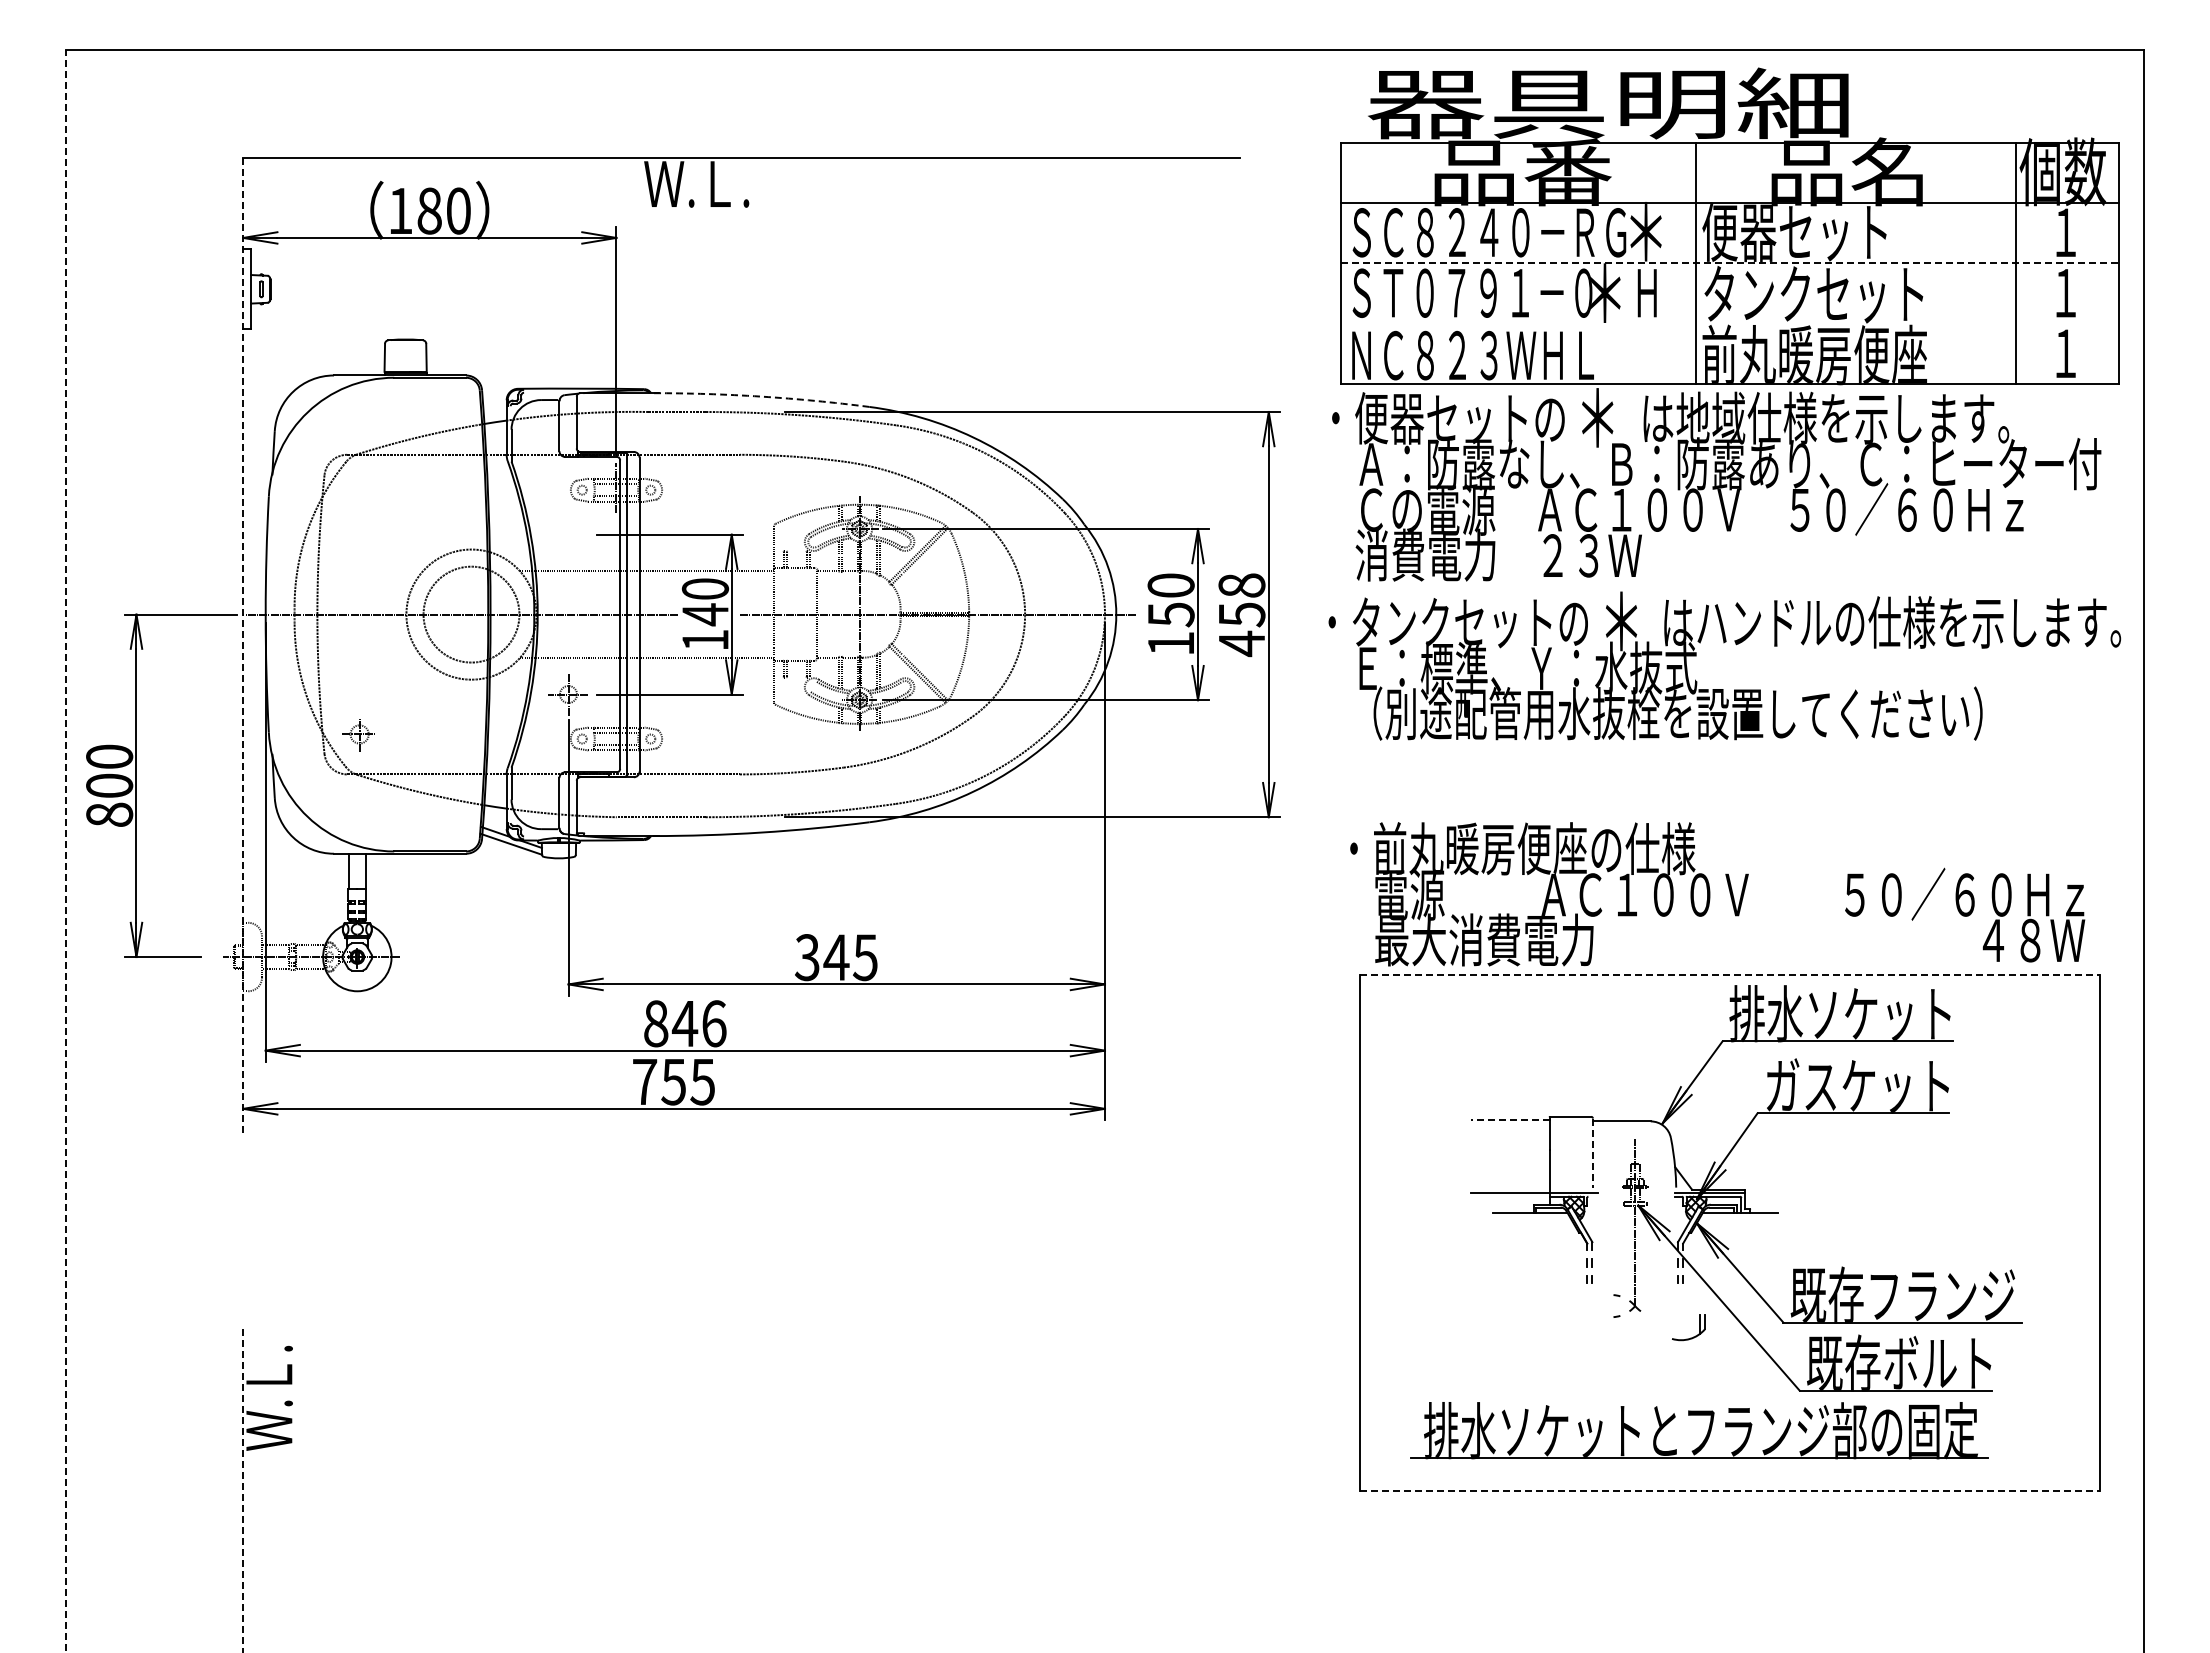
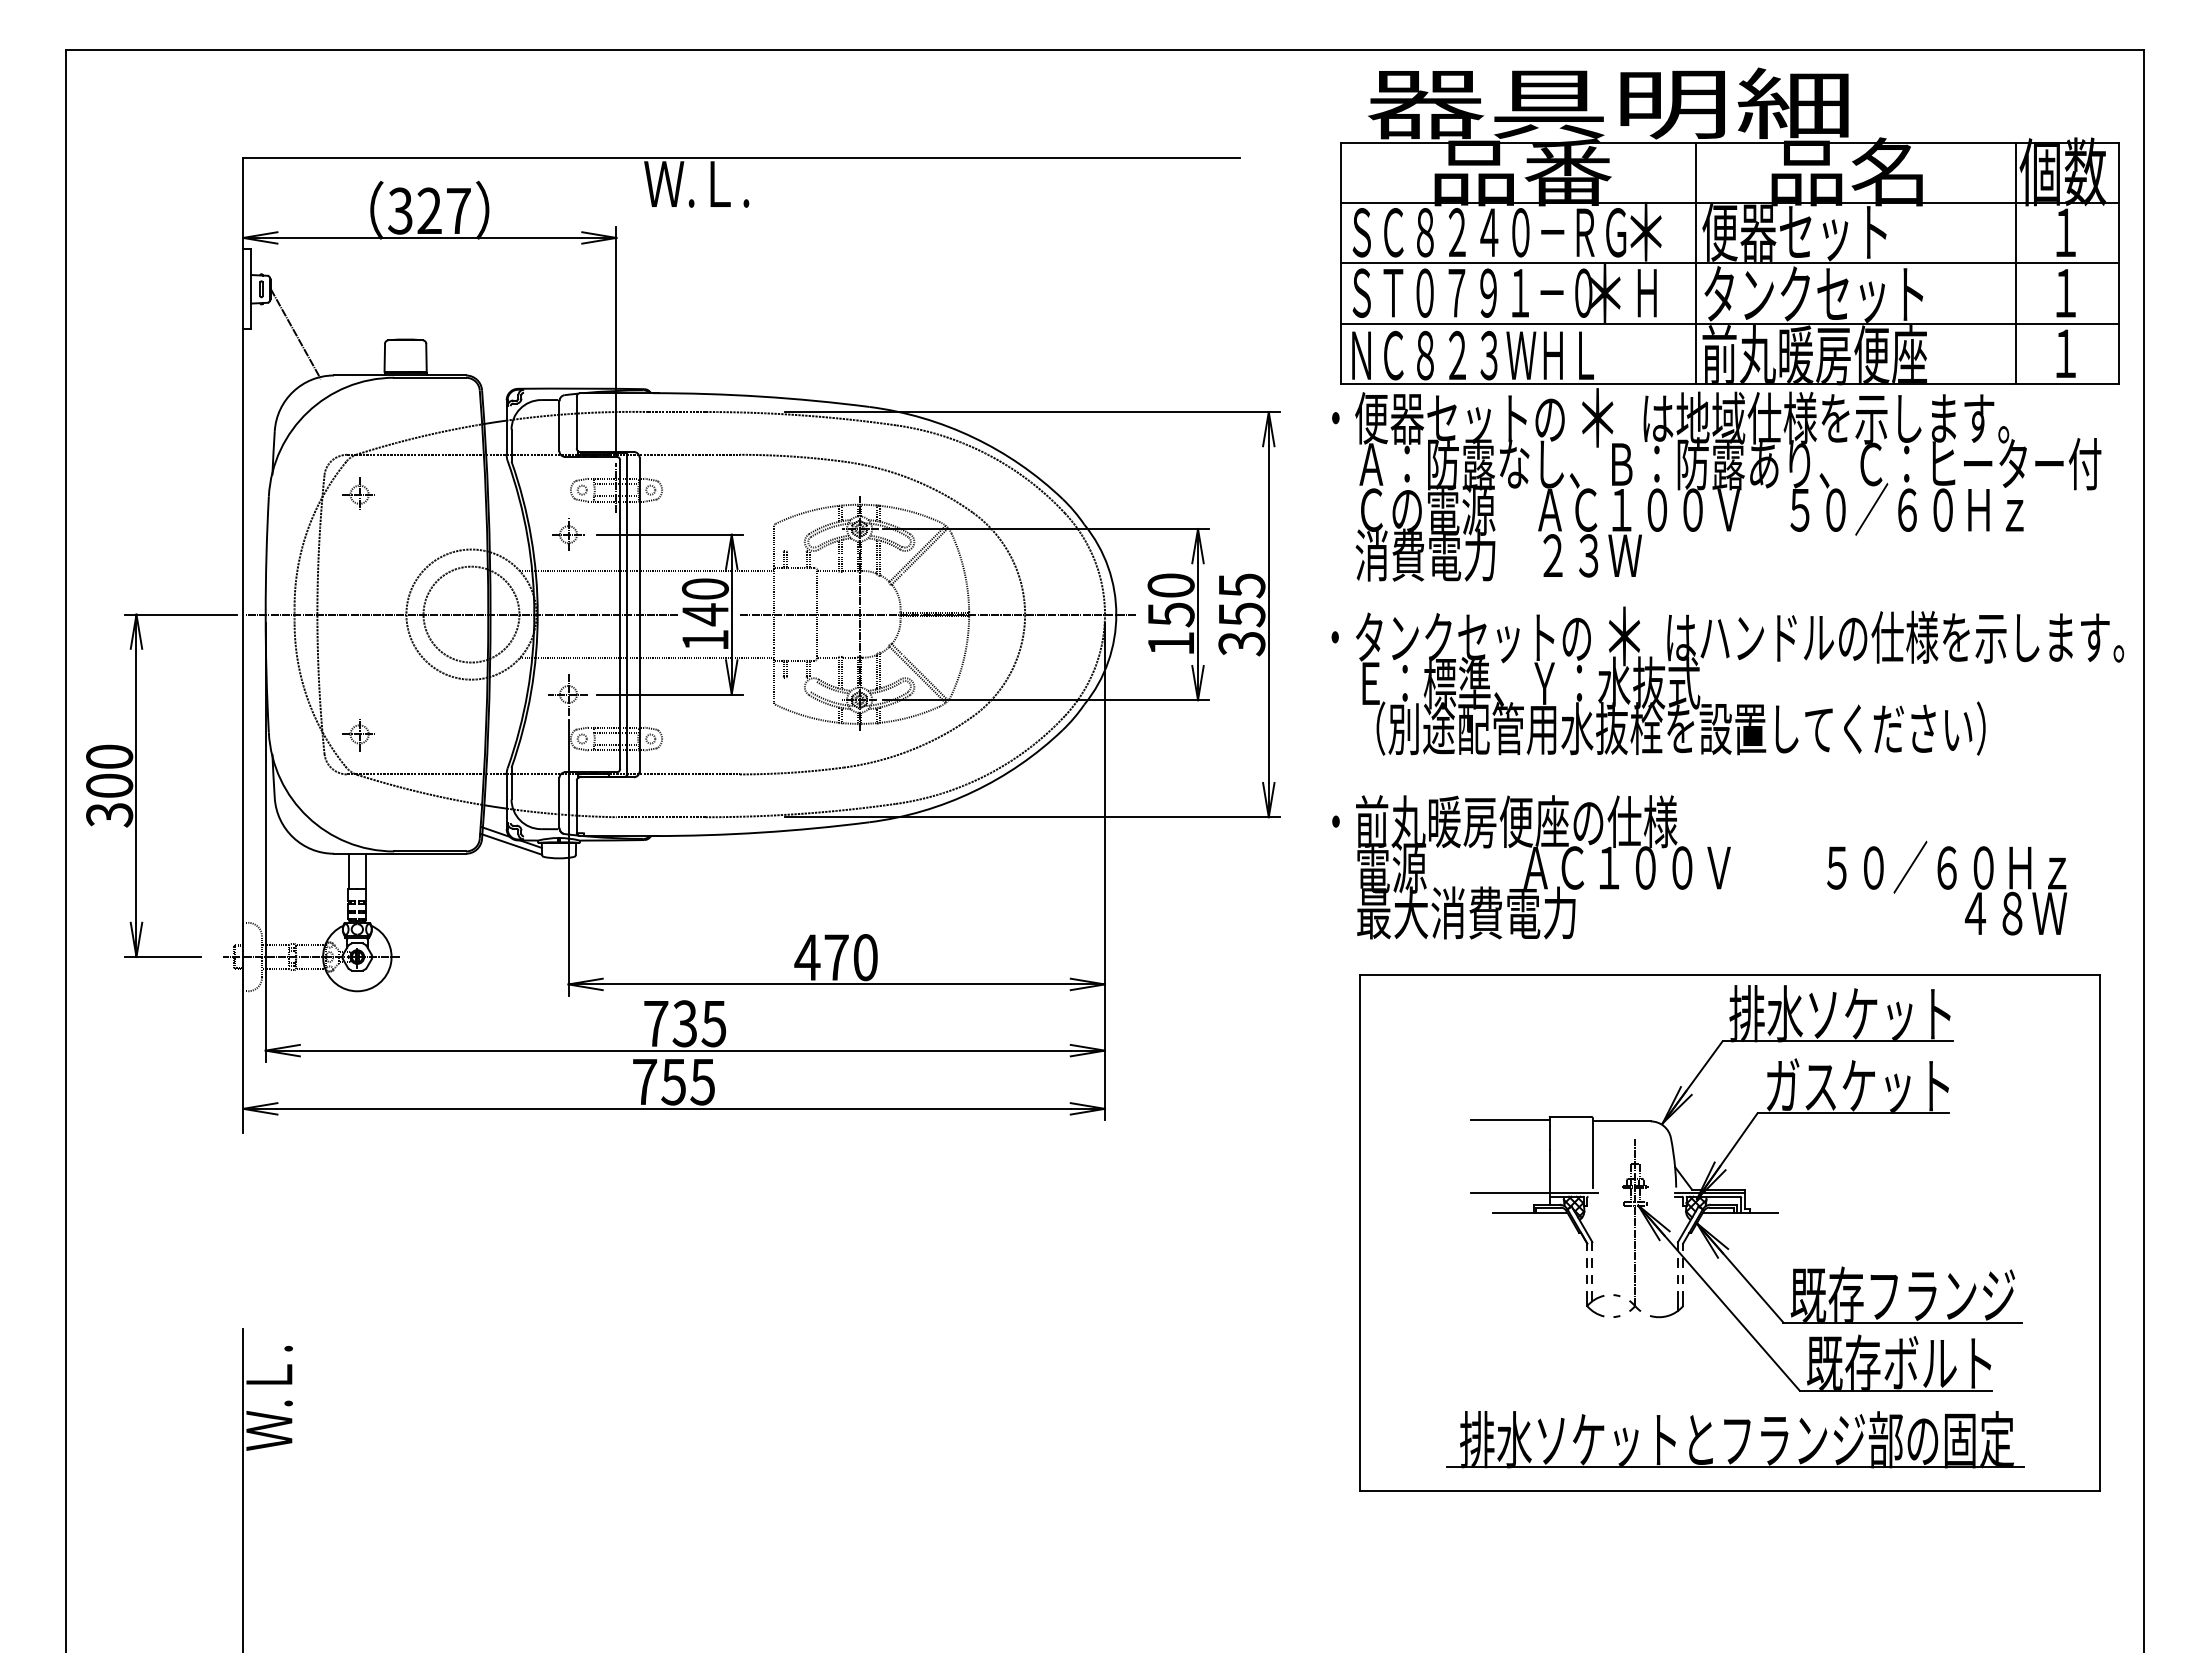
text at (429, 210): 180 -> 327
line at (1729, 263): dashed -> solid
line at (1729, 323): none -> present
line at (295, 334): none -> present
arc at (761, 396): dashed -> solid
part at (358, 493): none -> present
part at (568, 534): none -> present
text at (1241, 615): 458 -> 355
line at (243, 645): dashed -> solid
text at (1724, 665) position: (1724, 665) -> (1727, 680)
text at (109, 814): 800 -> 300
line at (66, 850): dashed -> solid
text at (1717, 894) position: (1717, 894) -> (1699, 867)
text at (835, 957): 345 -> 470
line at (1729, 975): dashed -> solid
text at (685, 1023): 846 -> 735
line at (1509, 1120): dashed -> solid
line at (1592, 1153): dashed -> solid
part at (1595, 1304): none -> present
part at (1690, 1337) position: (1690, 1337) -> (1668, 1314)
part at (1707, 1431) position: (1707, 1431) -> (1743, 1440)
line at (243, 1491): dashed -> solid
line at (1729, 1491): dashed -> solid
